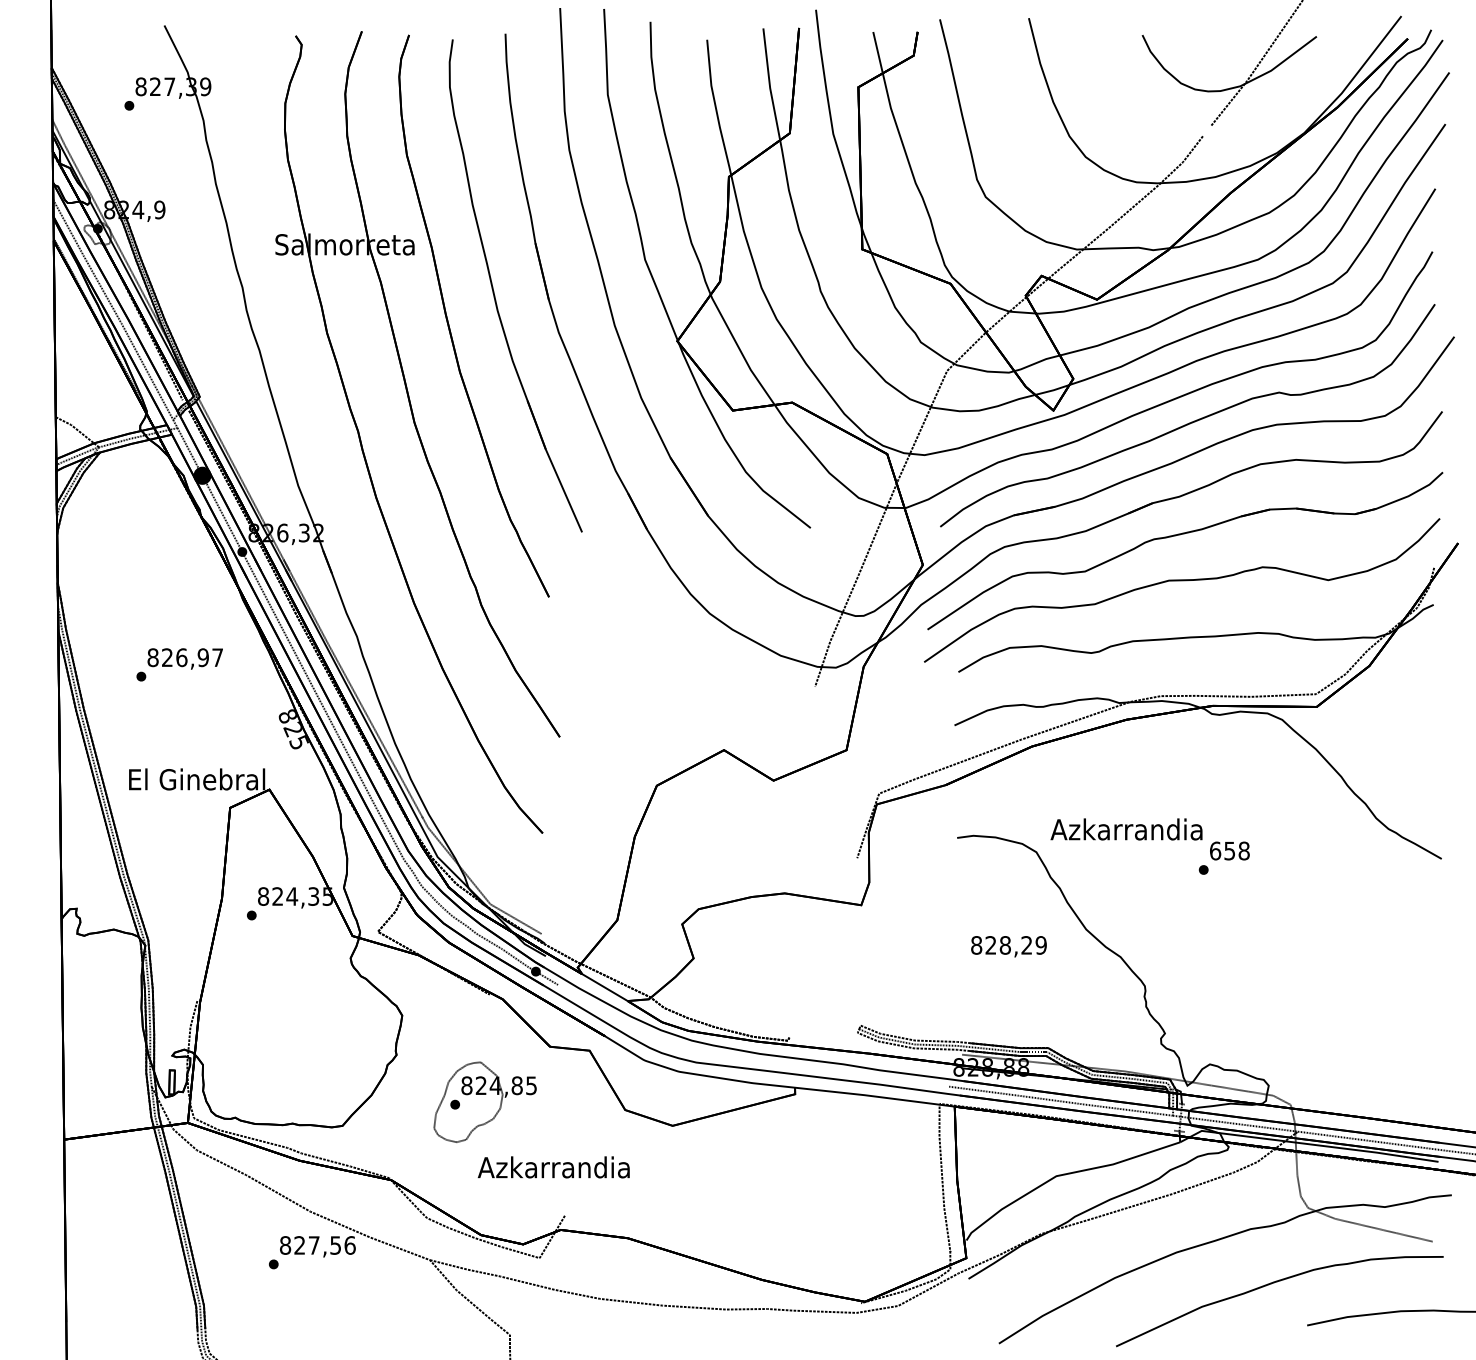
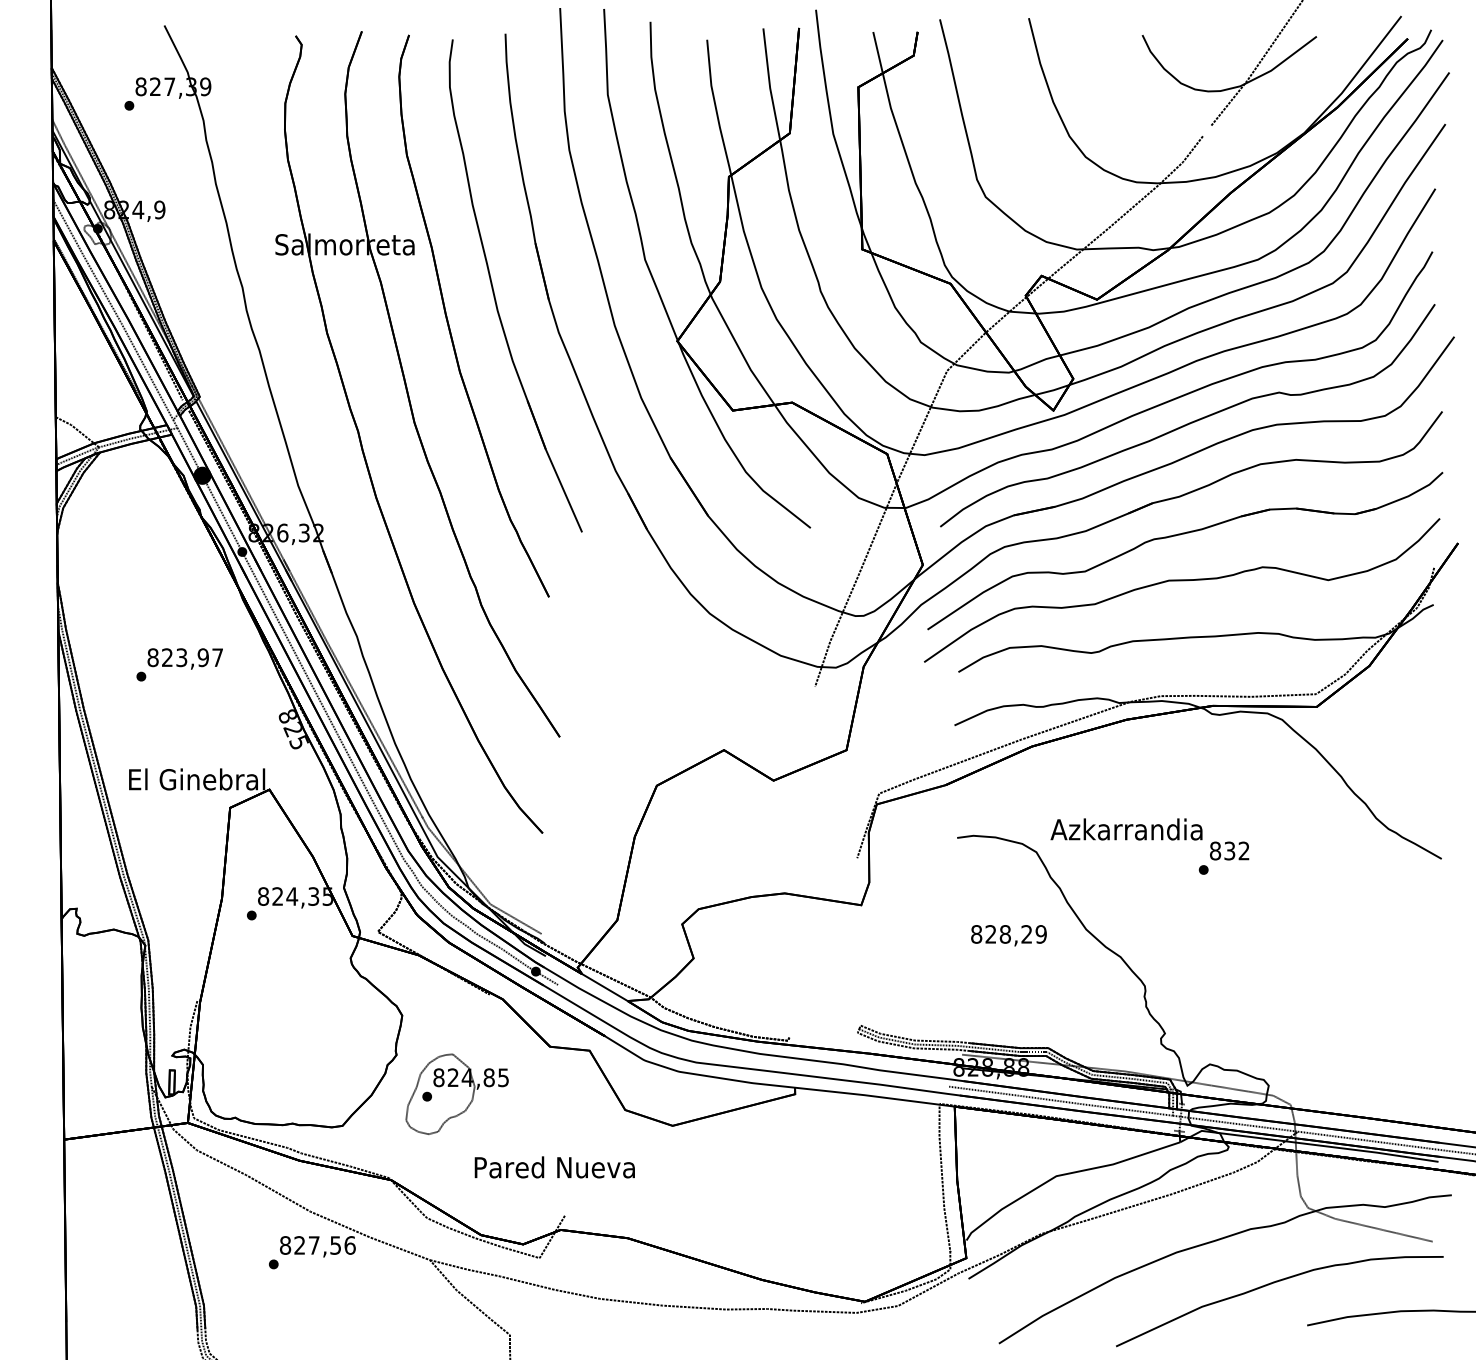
text at (181, 657): 826,97 -> 823,97
text at (1229, 850): 658 -> 832
text at (1008, 946) position: (1008, 946) -> (1008, 935)
part at (484, 1101) position: (484, 1101) -> (456, 1093)
text at (554, 1167): Azkarrandia -> Pared Nueva
